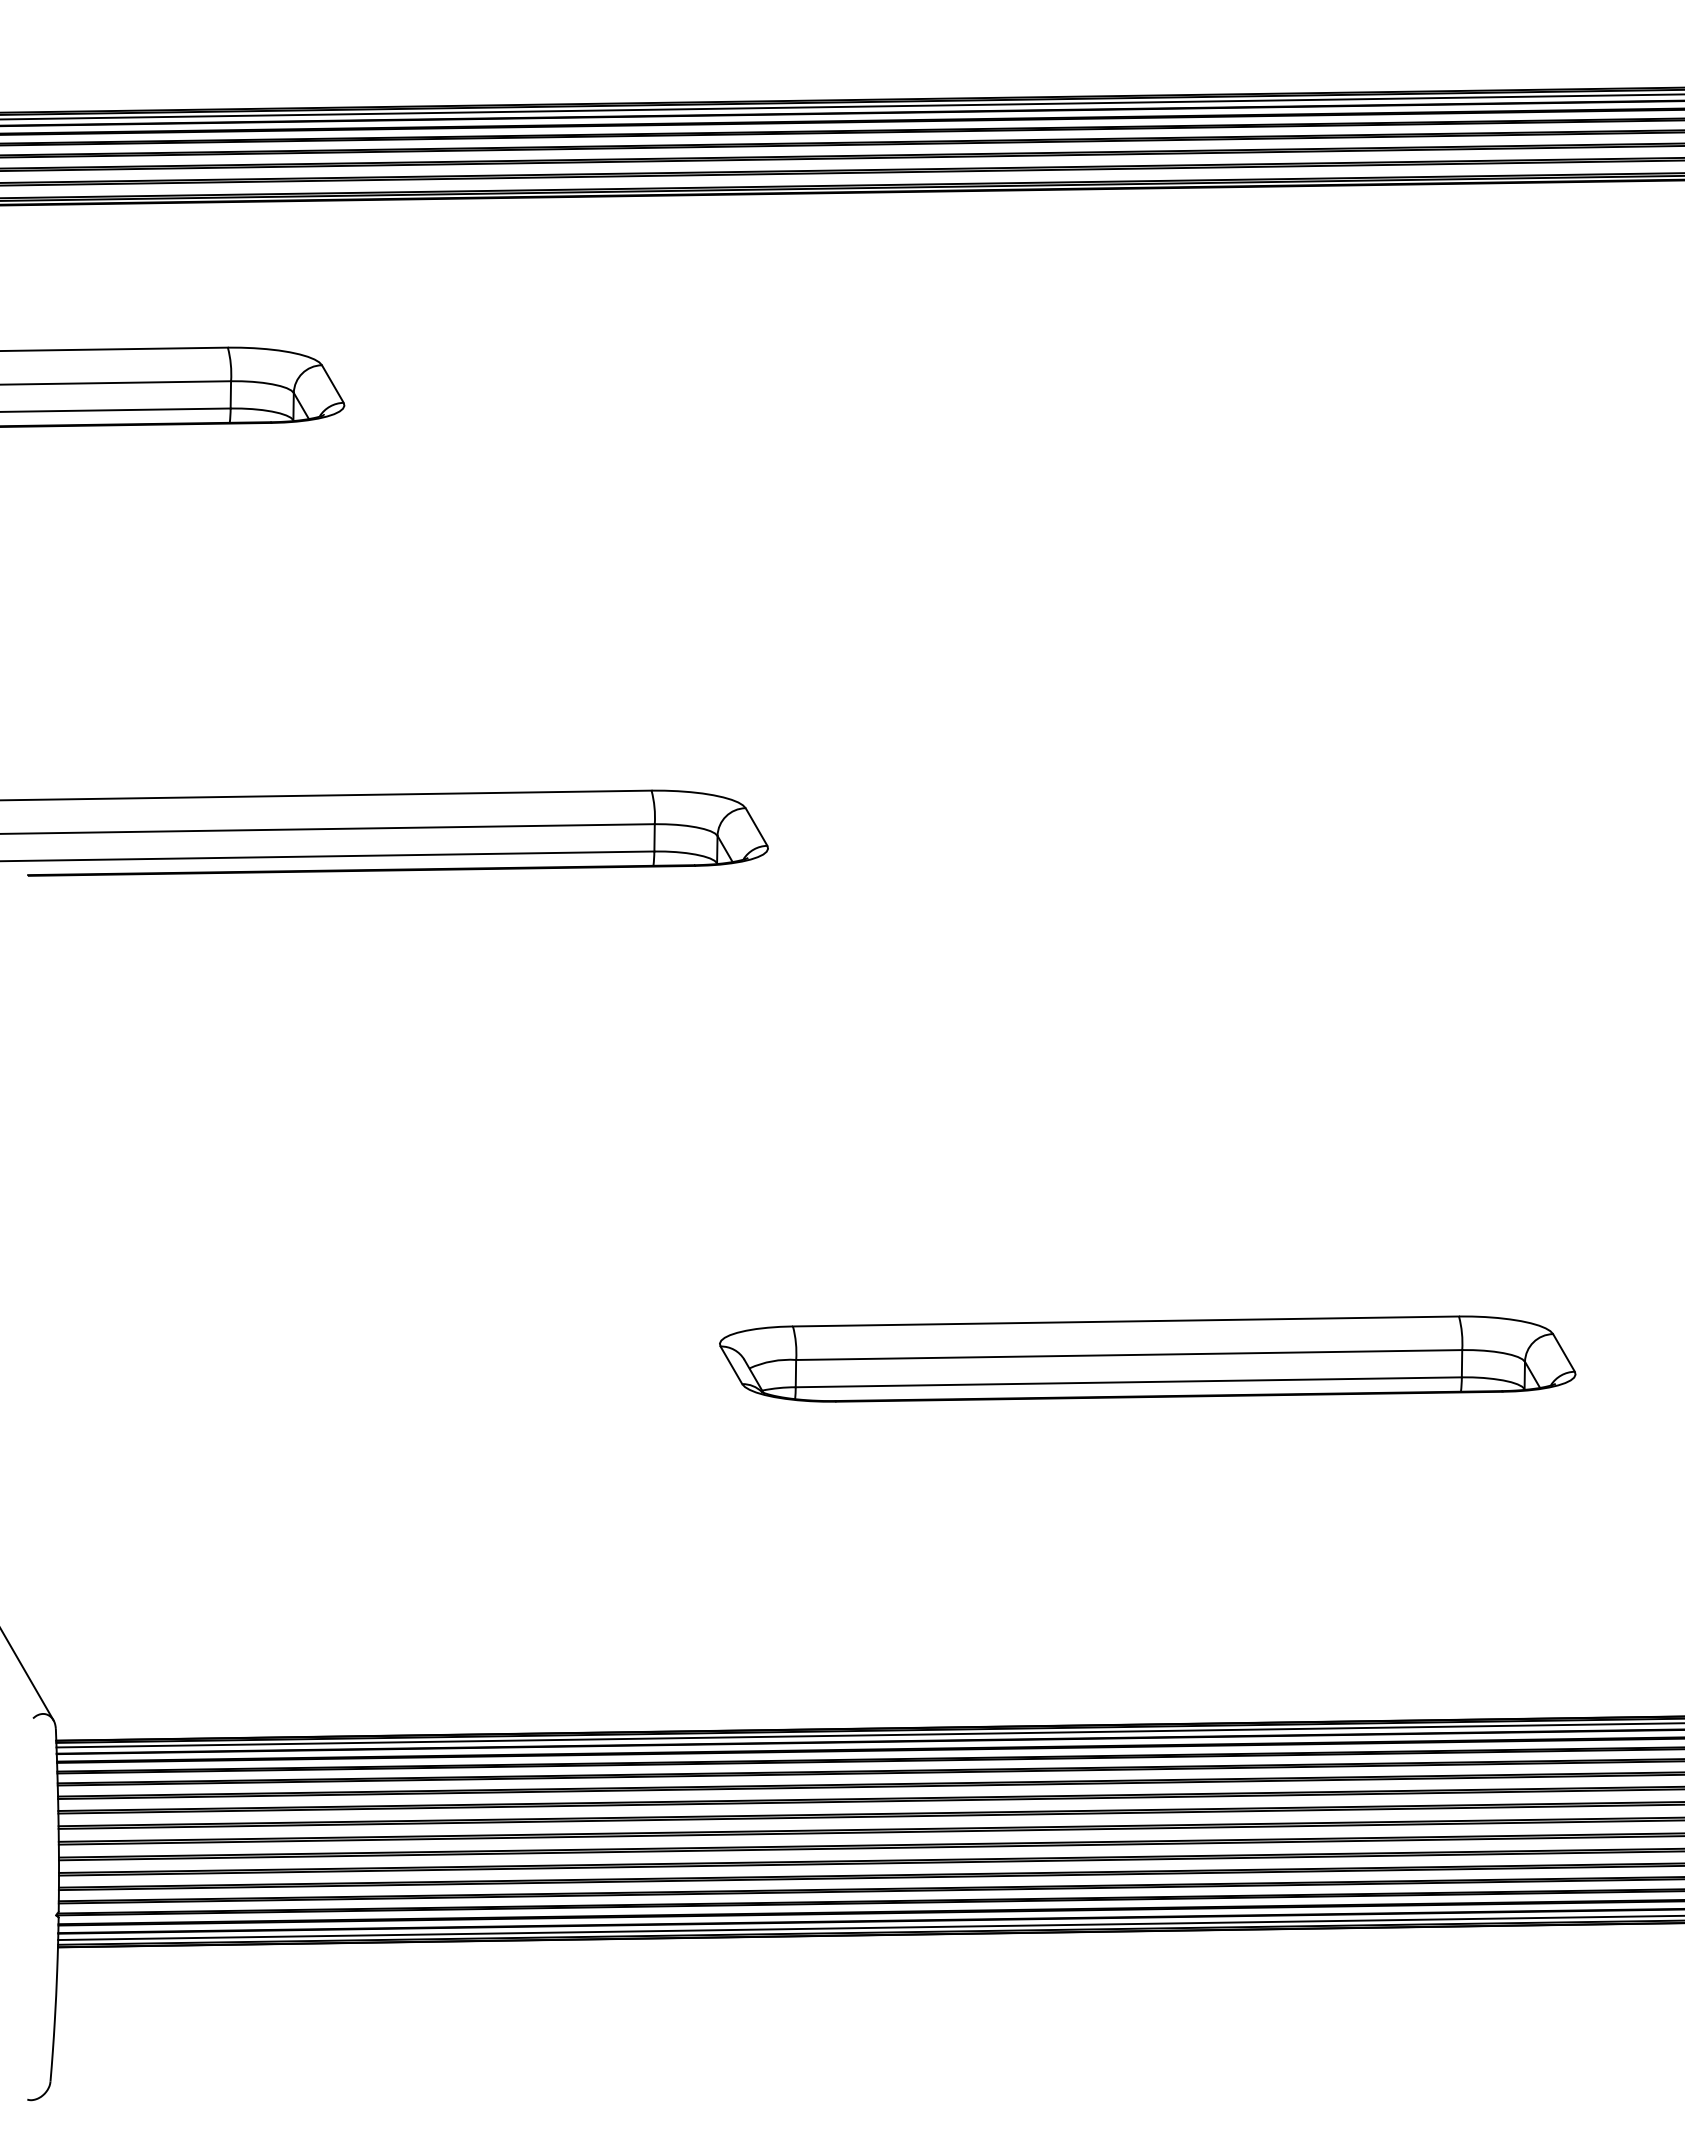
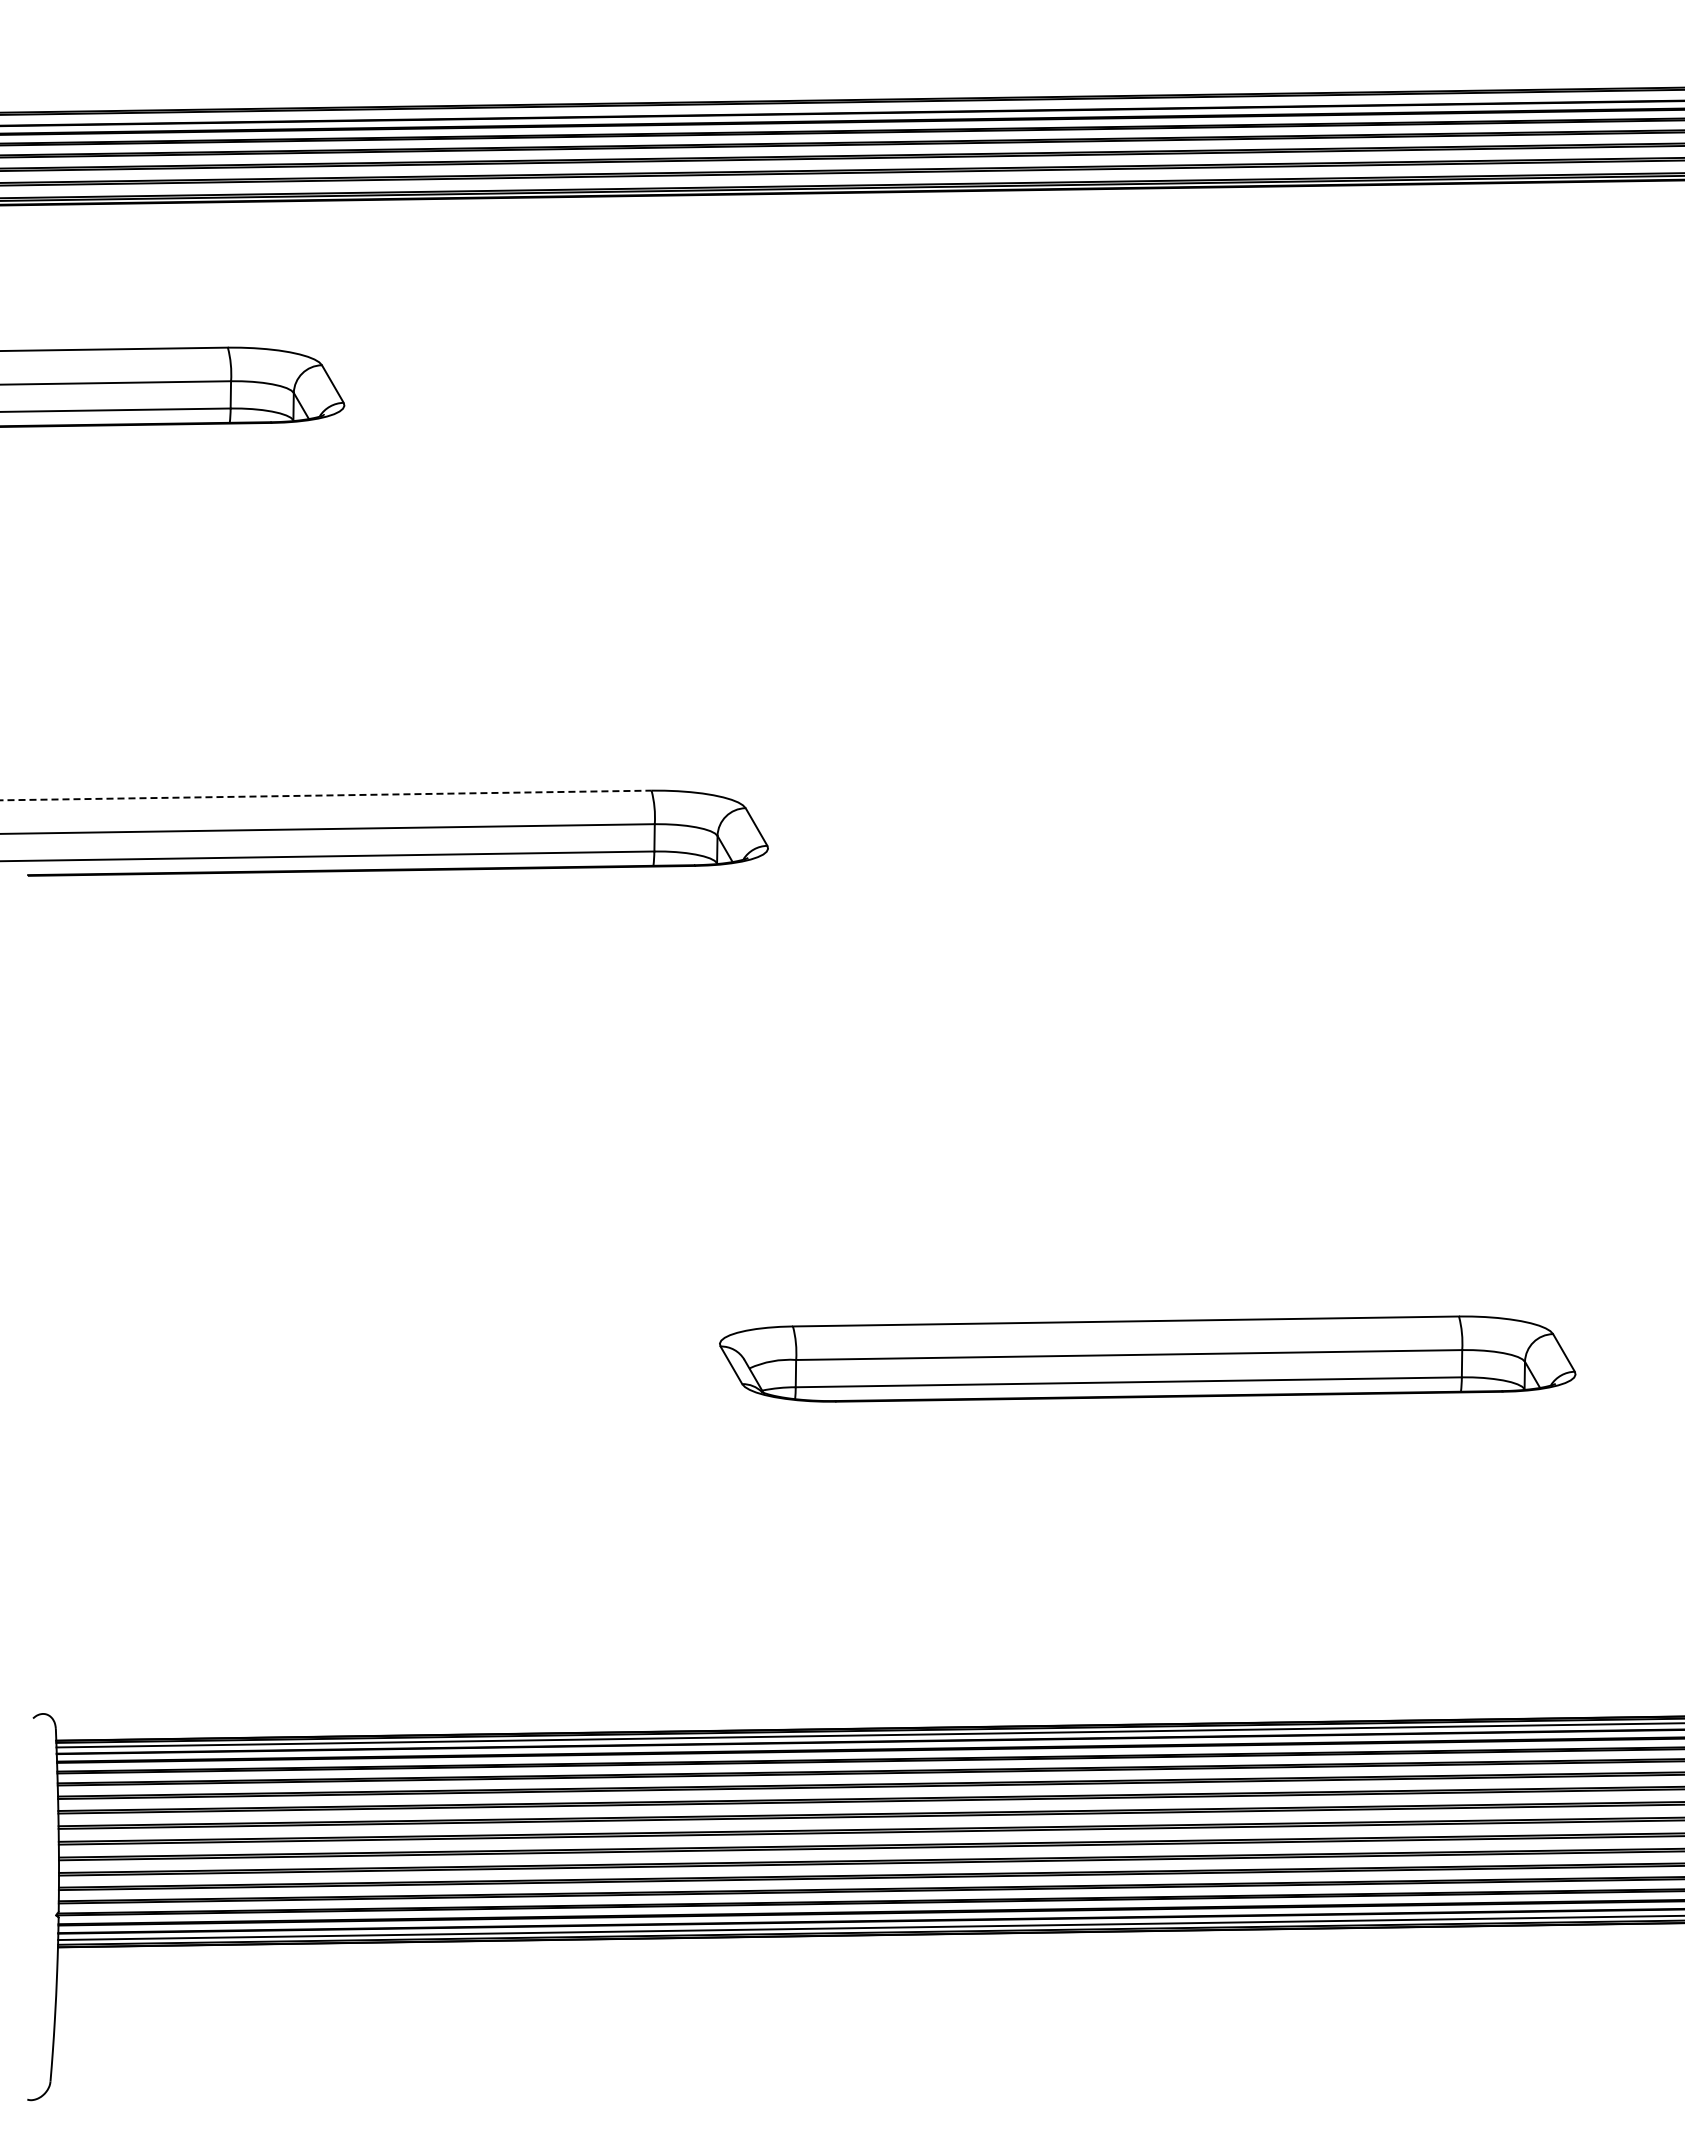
line at (841, 106): present -> none
line at (326, 795): solid -> dashed
line at (27, 1675): present -> none
